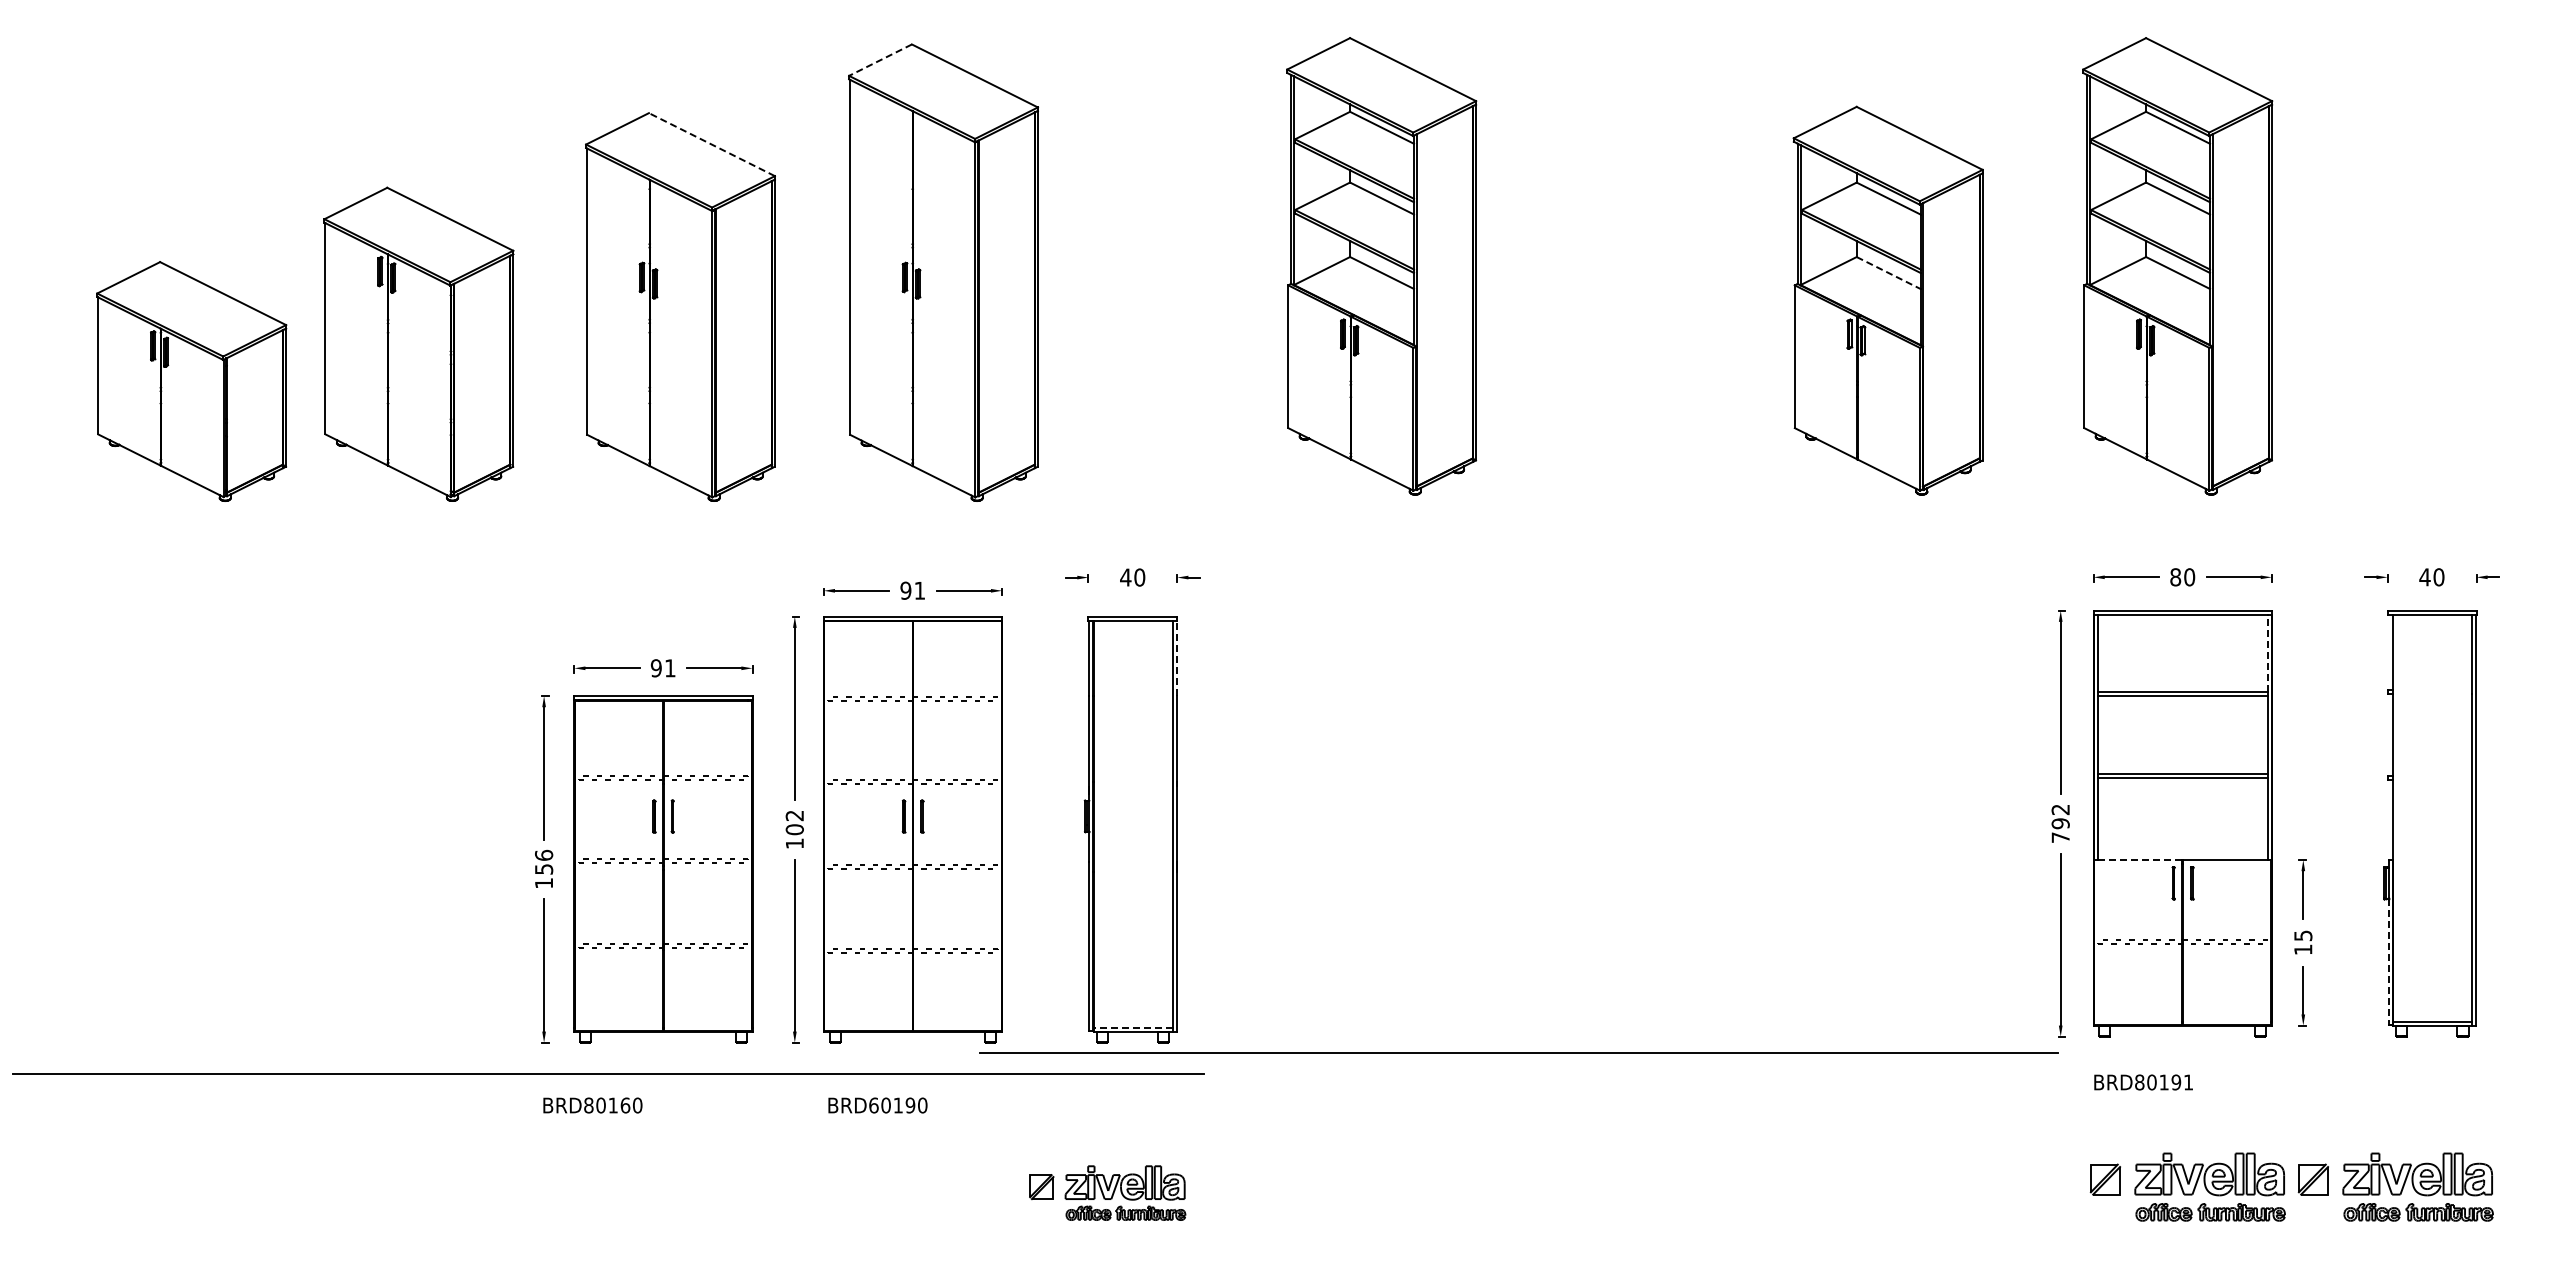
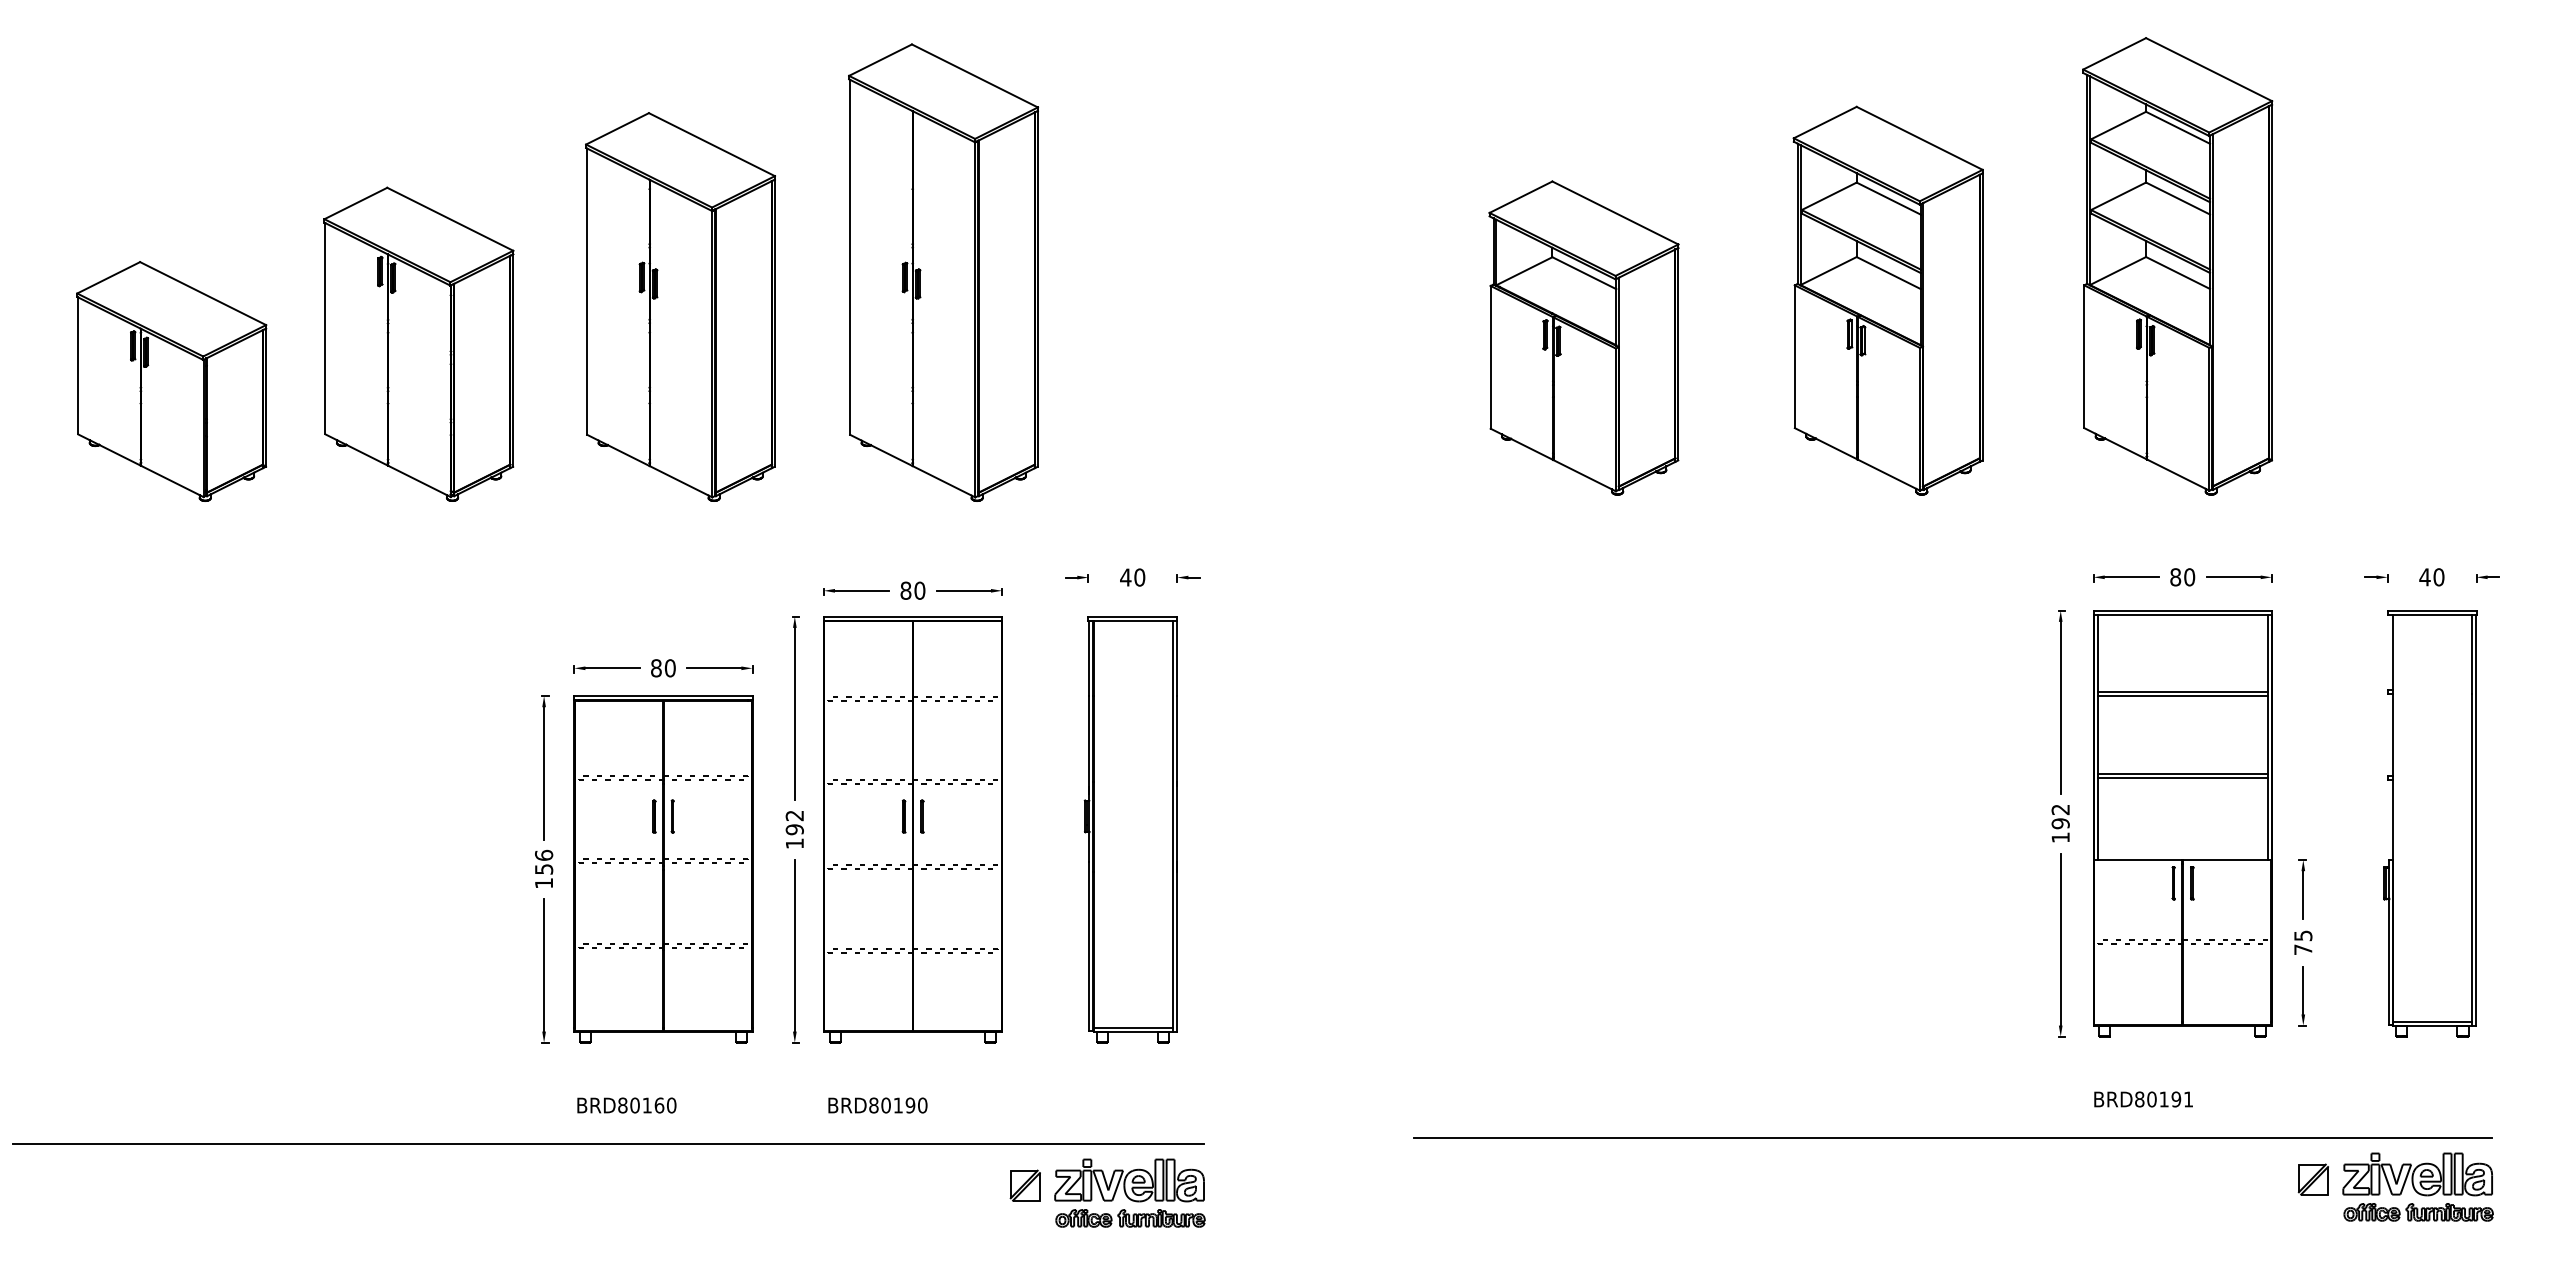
line at (880, 60): dashed -> solid
line at (711, 144): dashed -> solid
part at (1381, 266): present -> none
line at (1888, 273): dashed -> solid
part at (1583, 337): none -> present
part at (191, 381) position: (191, 381) -> (171, 381)
text at (912, 590): 91 -> 80
line at (2267, 653): dashed -> solid
line at (1177, 658): dashed -> solid
text at (662, 668): 91 -> 80
text at (794, 829): 102 -> 192
text at (2060, 837): 792 -> 192
line at (2139, 860): dashed -> solid
text at (2303, 949): 15 -> 75
line at (2388, 961): dashed -> solid
line at (1133, 1027): dashed -> solid
line at (1518, 1052) position: (1518, 1052) -> (1952, 1137)
line at (608, 1073) position: (608, 1073) -> (608, 1143)
text at (2143, 1082) position: (2143, 1082) -> (2143, 1099)
text at (592, 1105) position: (592, 1105) -> (626, 1105)
text at (873, 1105): BRD60190 -> BRD80190
part at (2187, 1186): present -> none
part at (1107, 1192) size: 158x56 px -> 197x70 px
